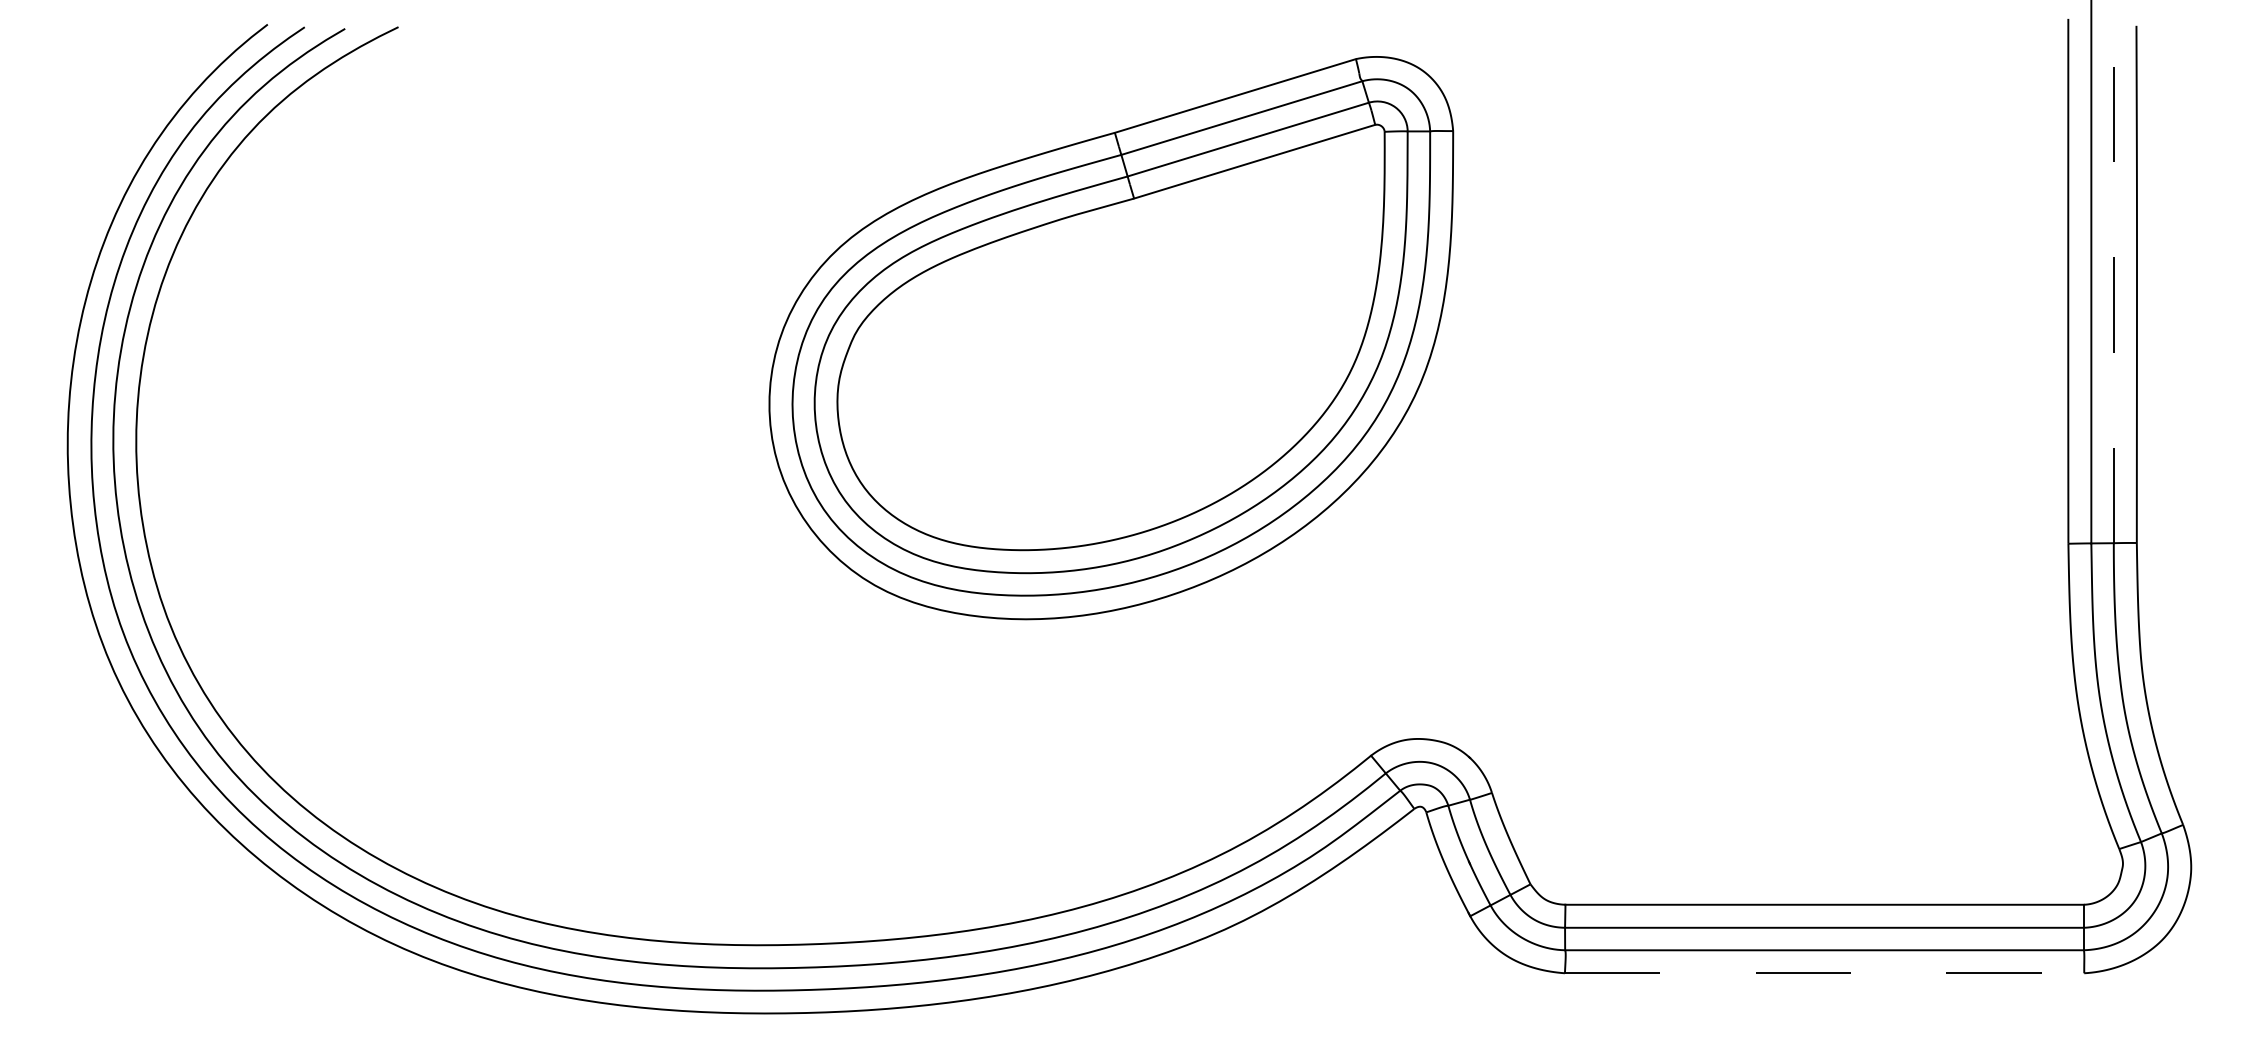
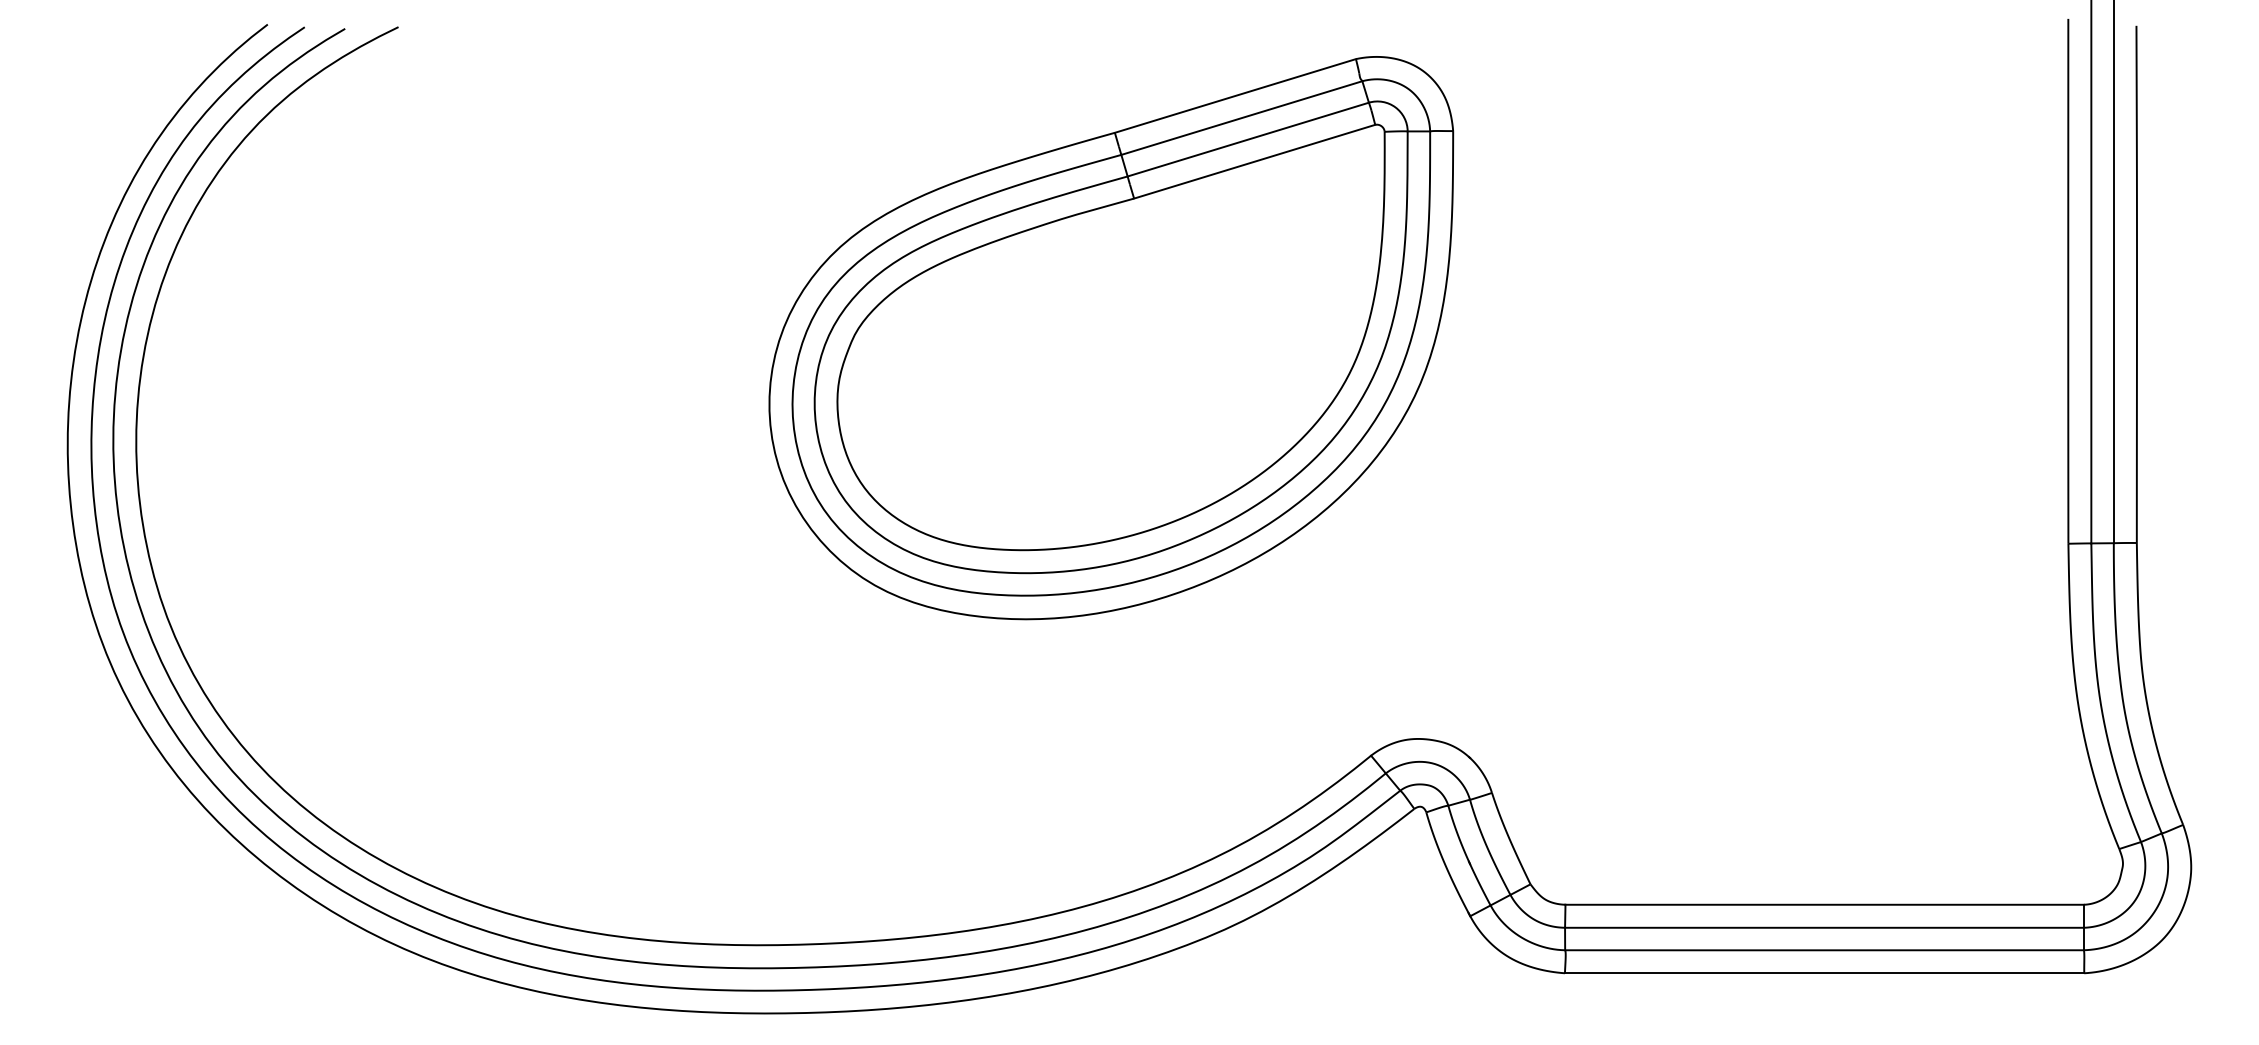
line at (2113, 271): dashed -> solid
line at (1824, 973): dashed -> solid
